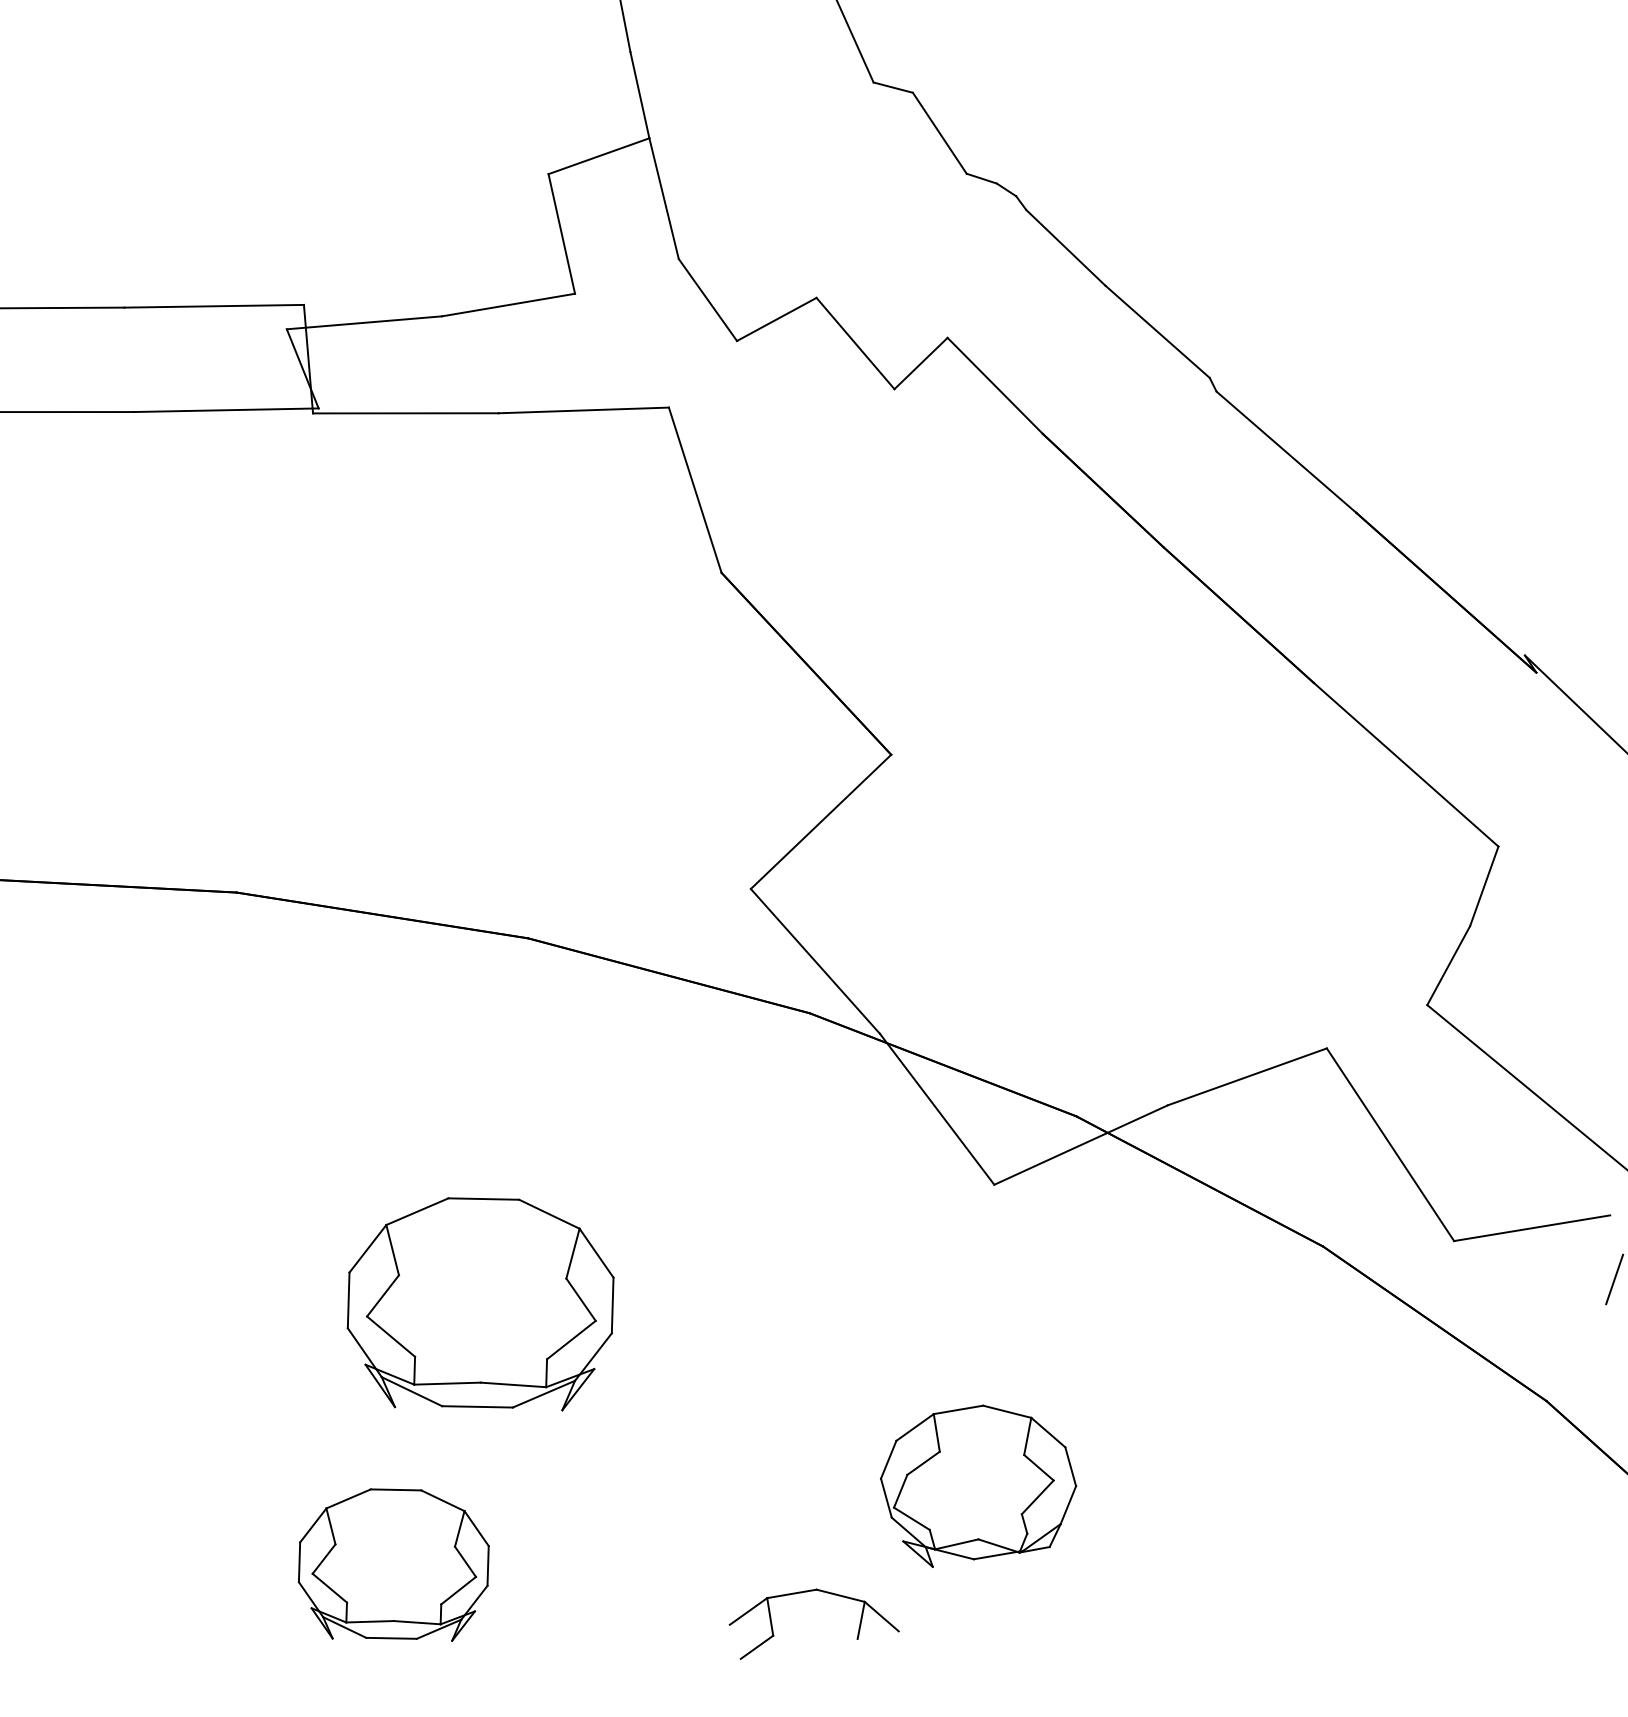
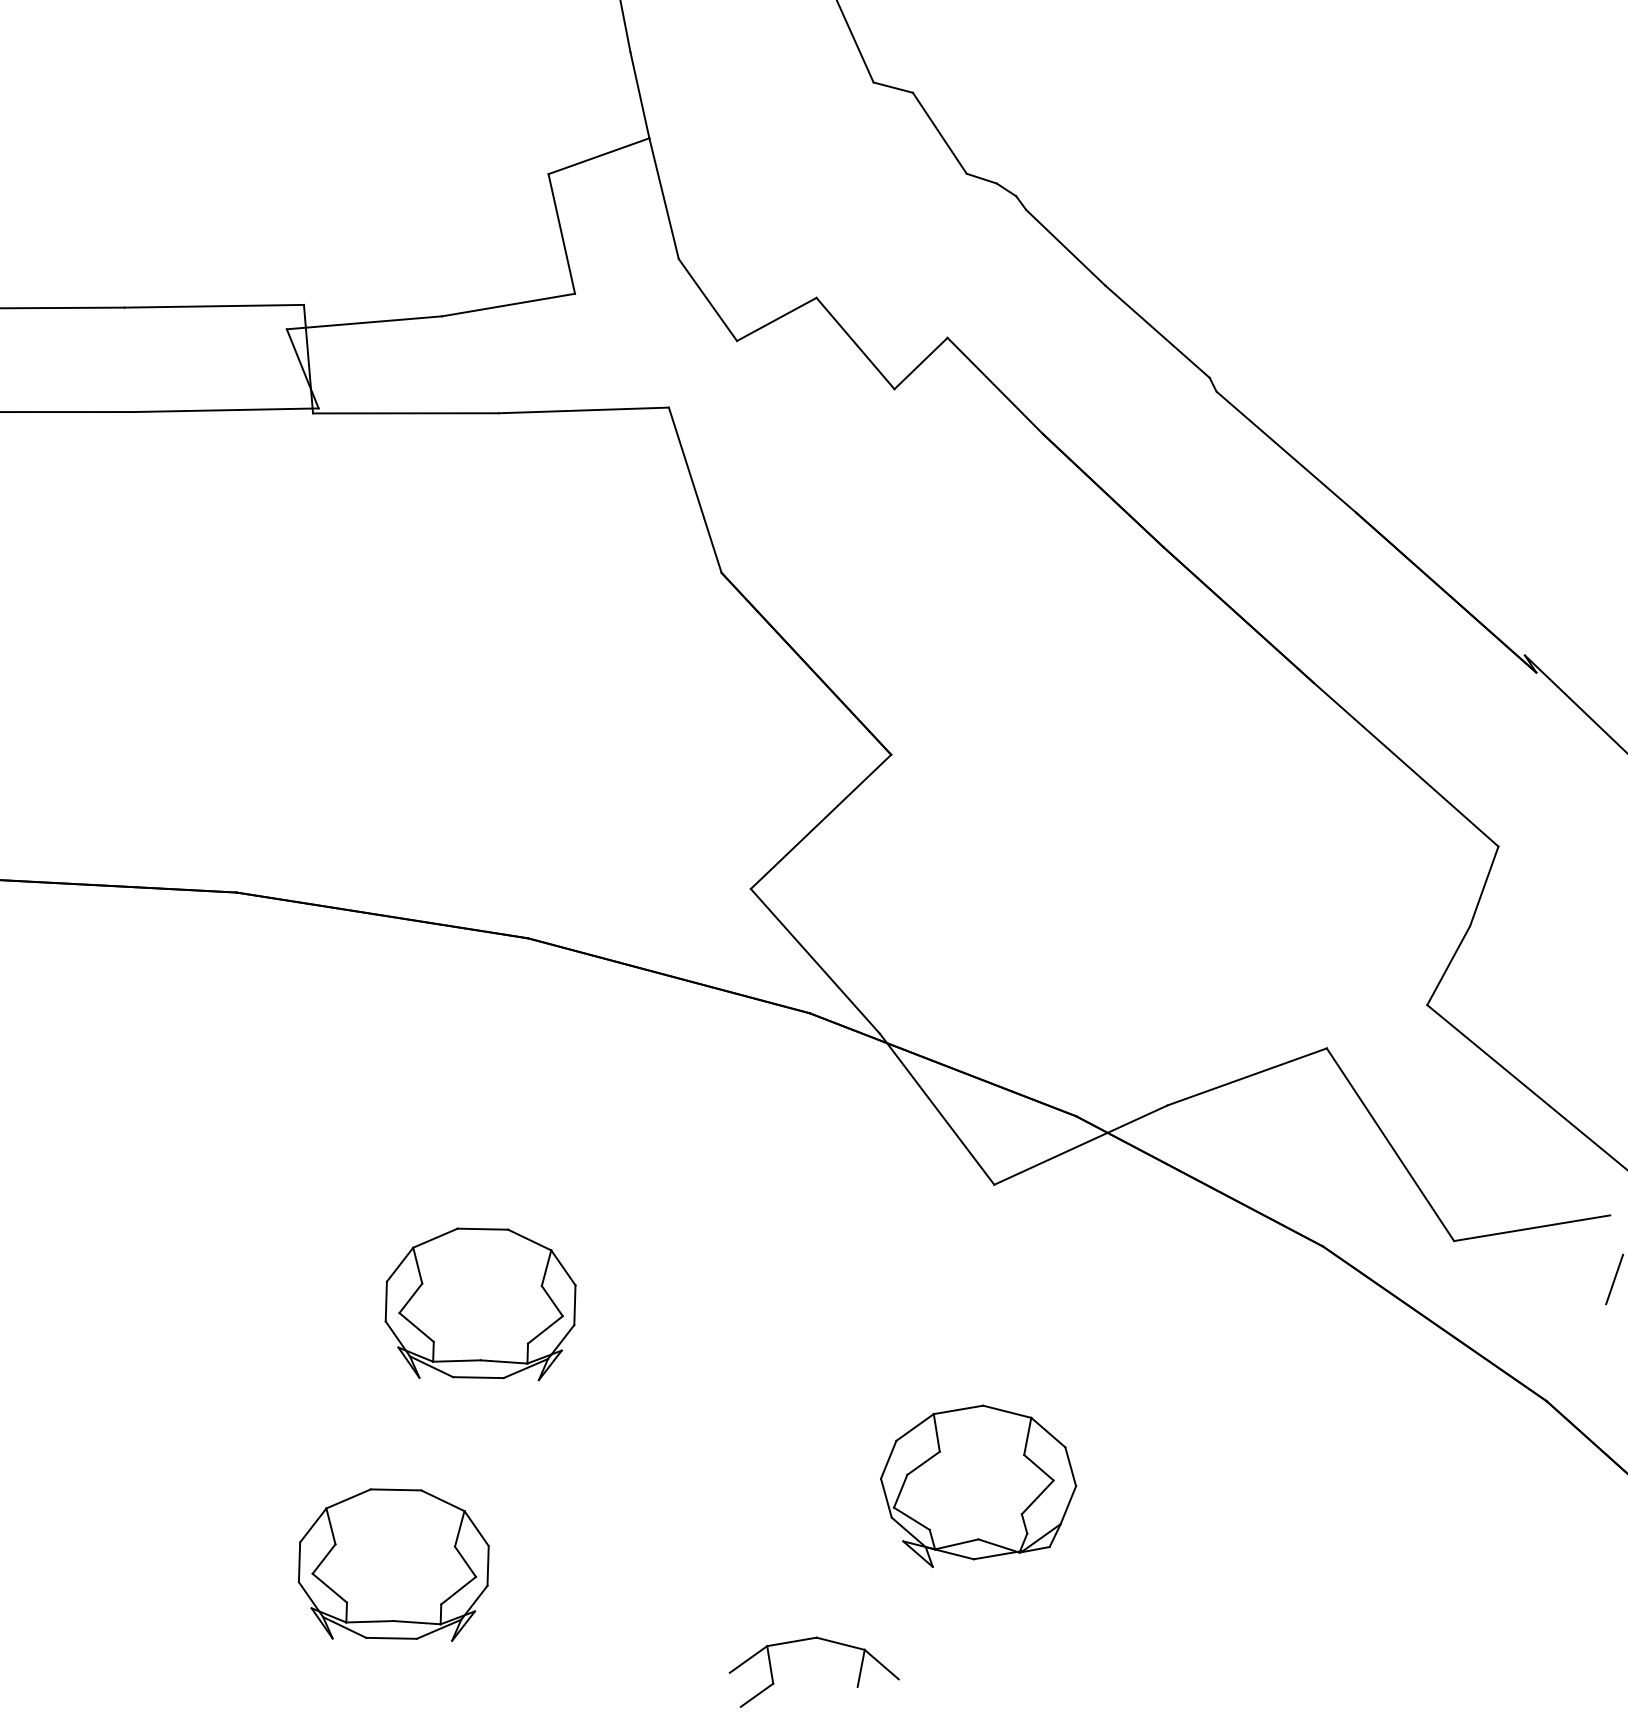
part at (480, 1304) size: 269x215 px -> 193x155 px
part at (807, 1592) position: (807, 1592) -> (807, 1640)
